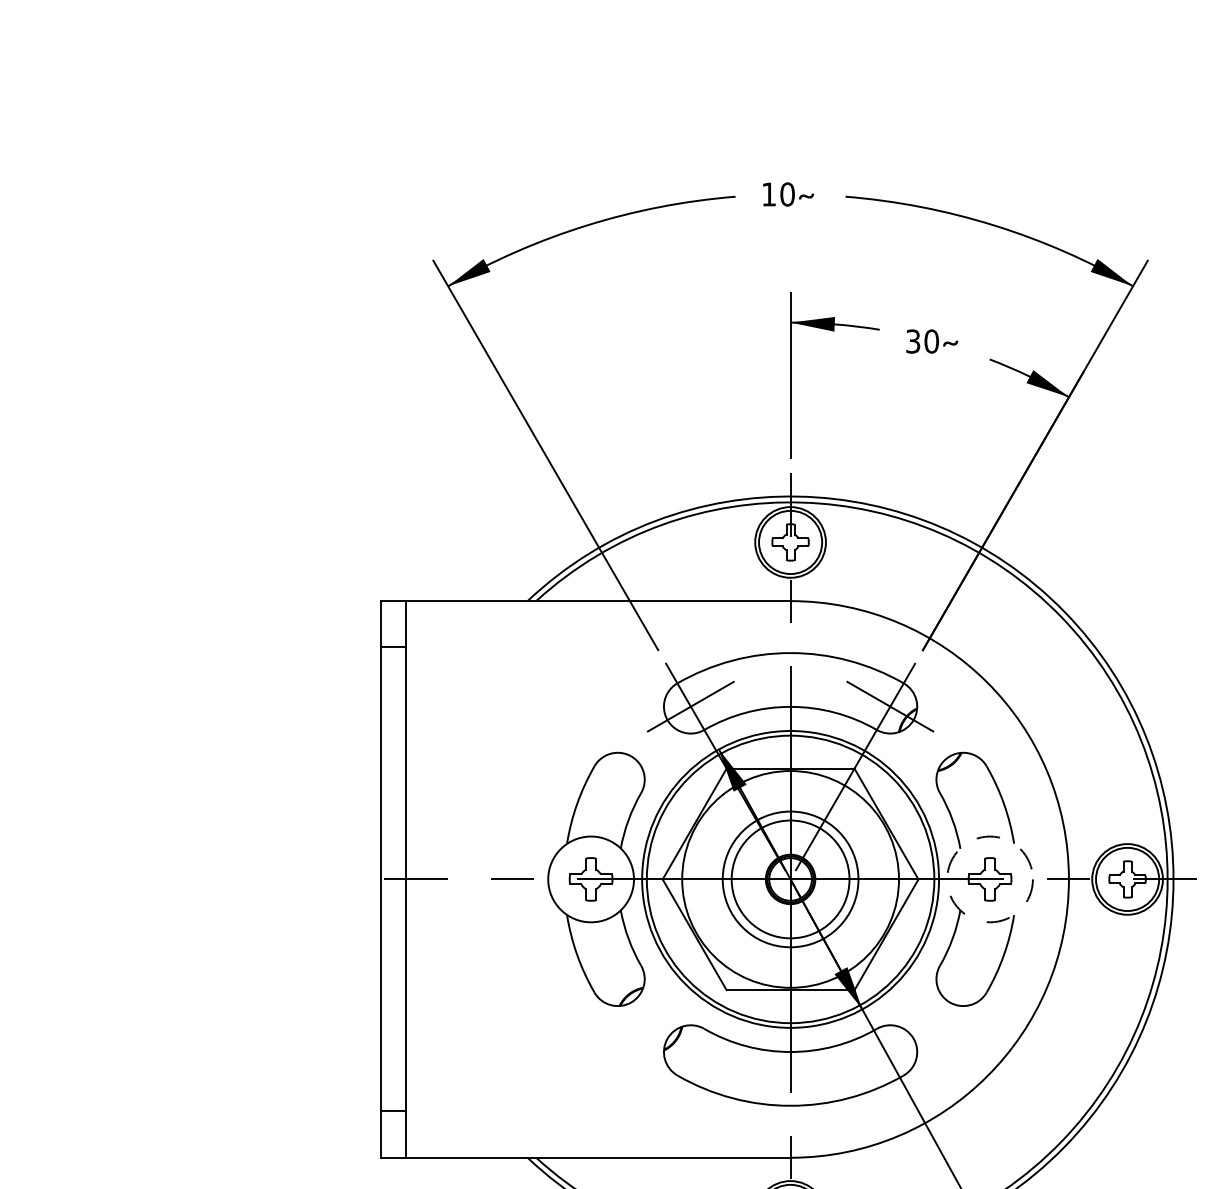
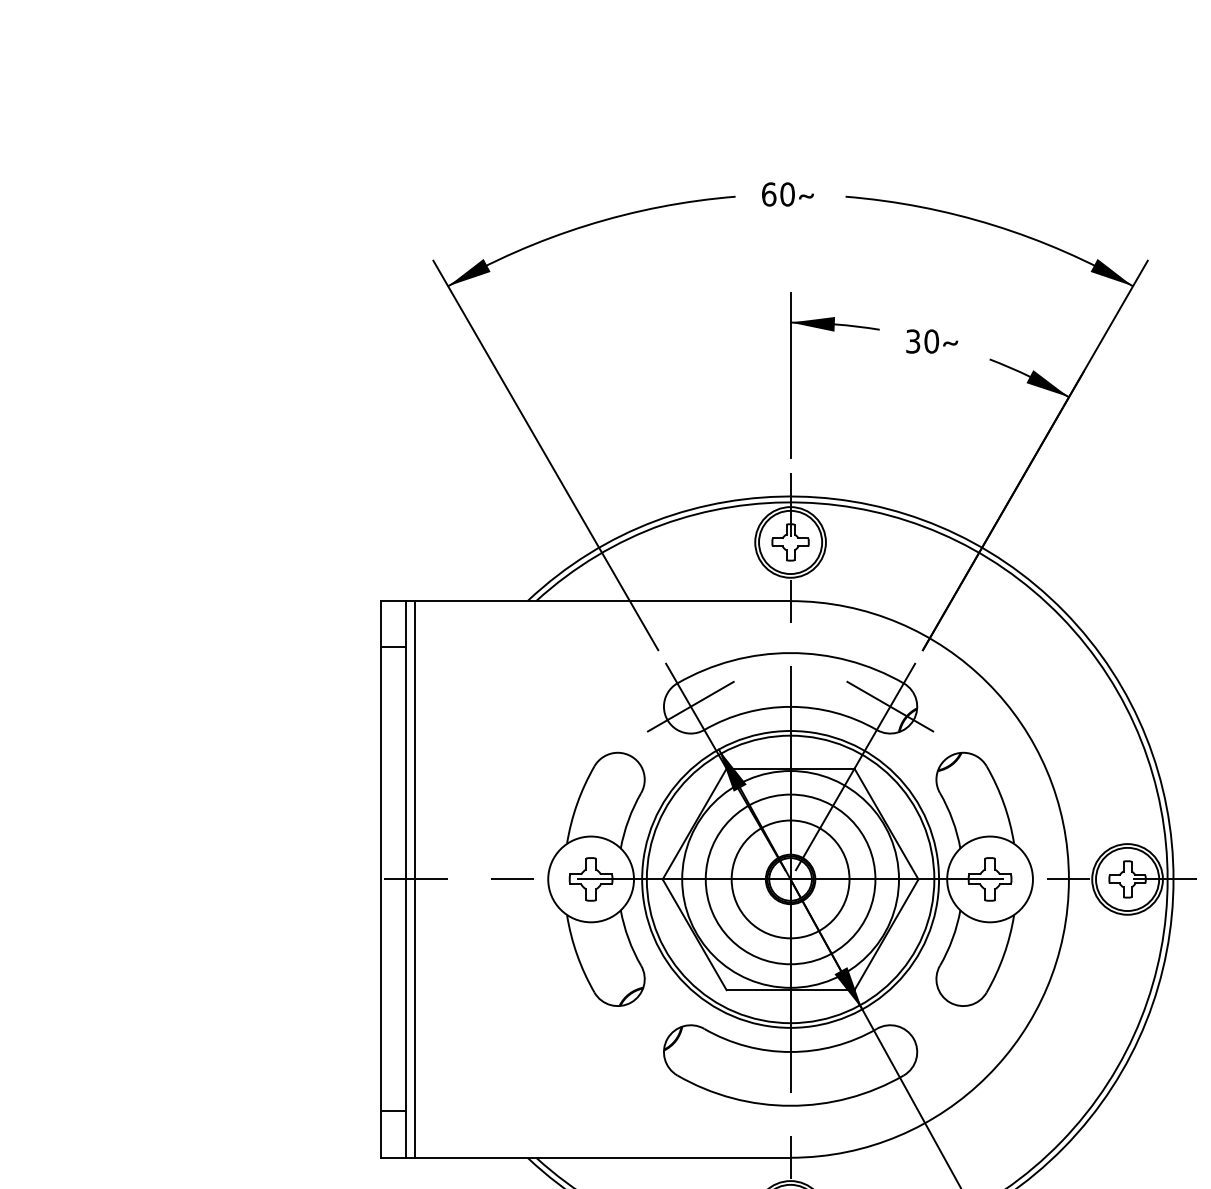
text at (769, 194): 10 -> 60
line at (414, 879): none -> present
circle at (790, 879) diameter: 136 px -> 170 px
circle at (989, 879): dashed -> solid
